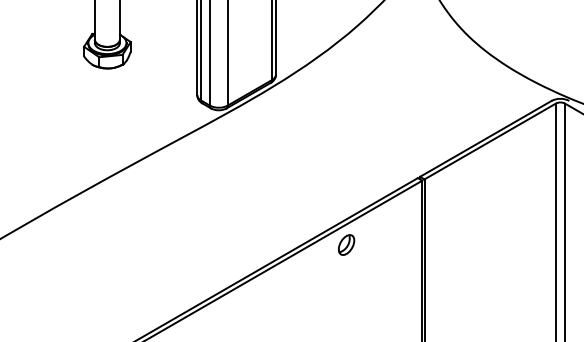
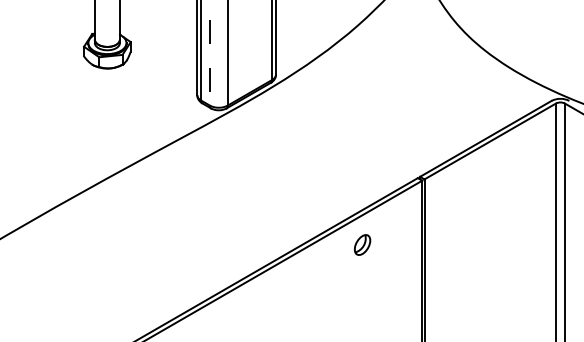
line at (209, 53): solid -> dashed
part at (346, 244) position: (346, 244) -> (362, 244)
